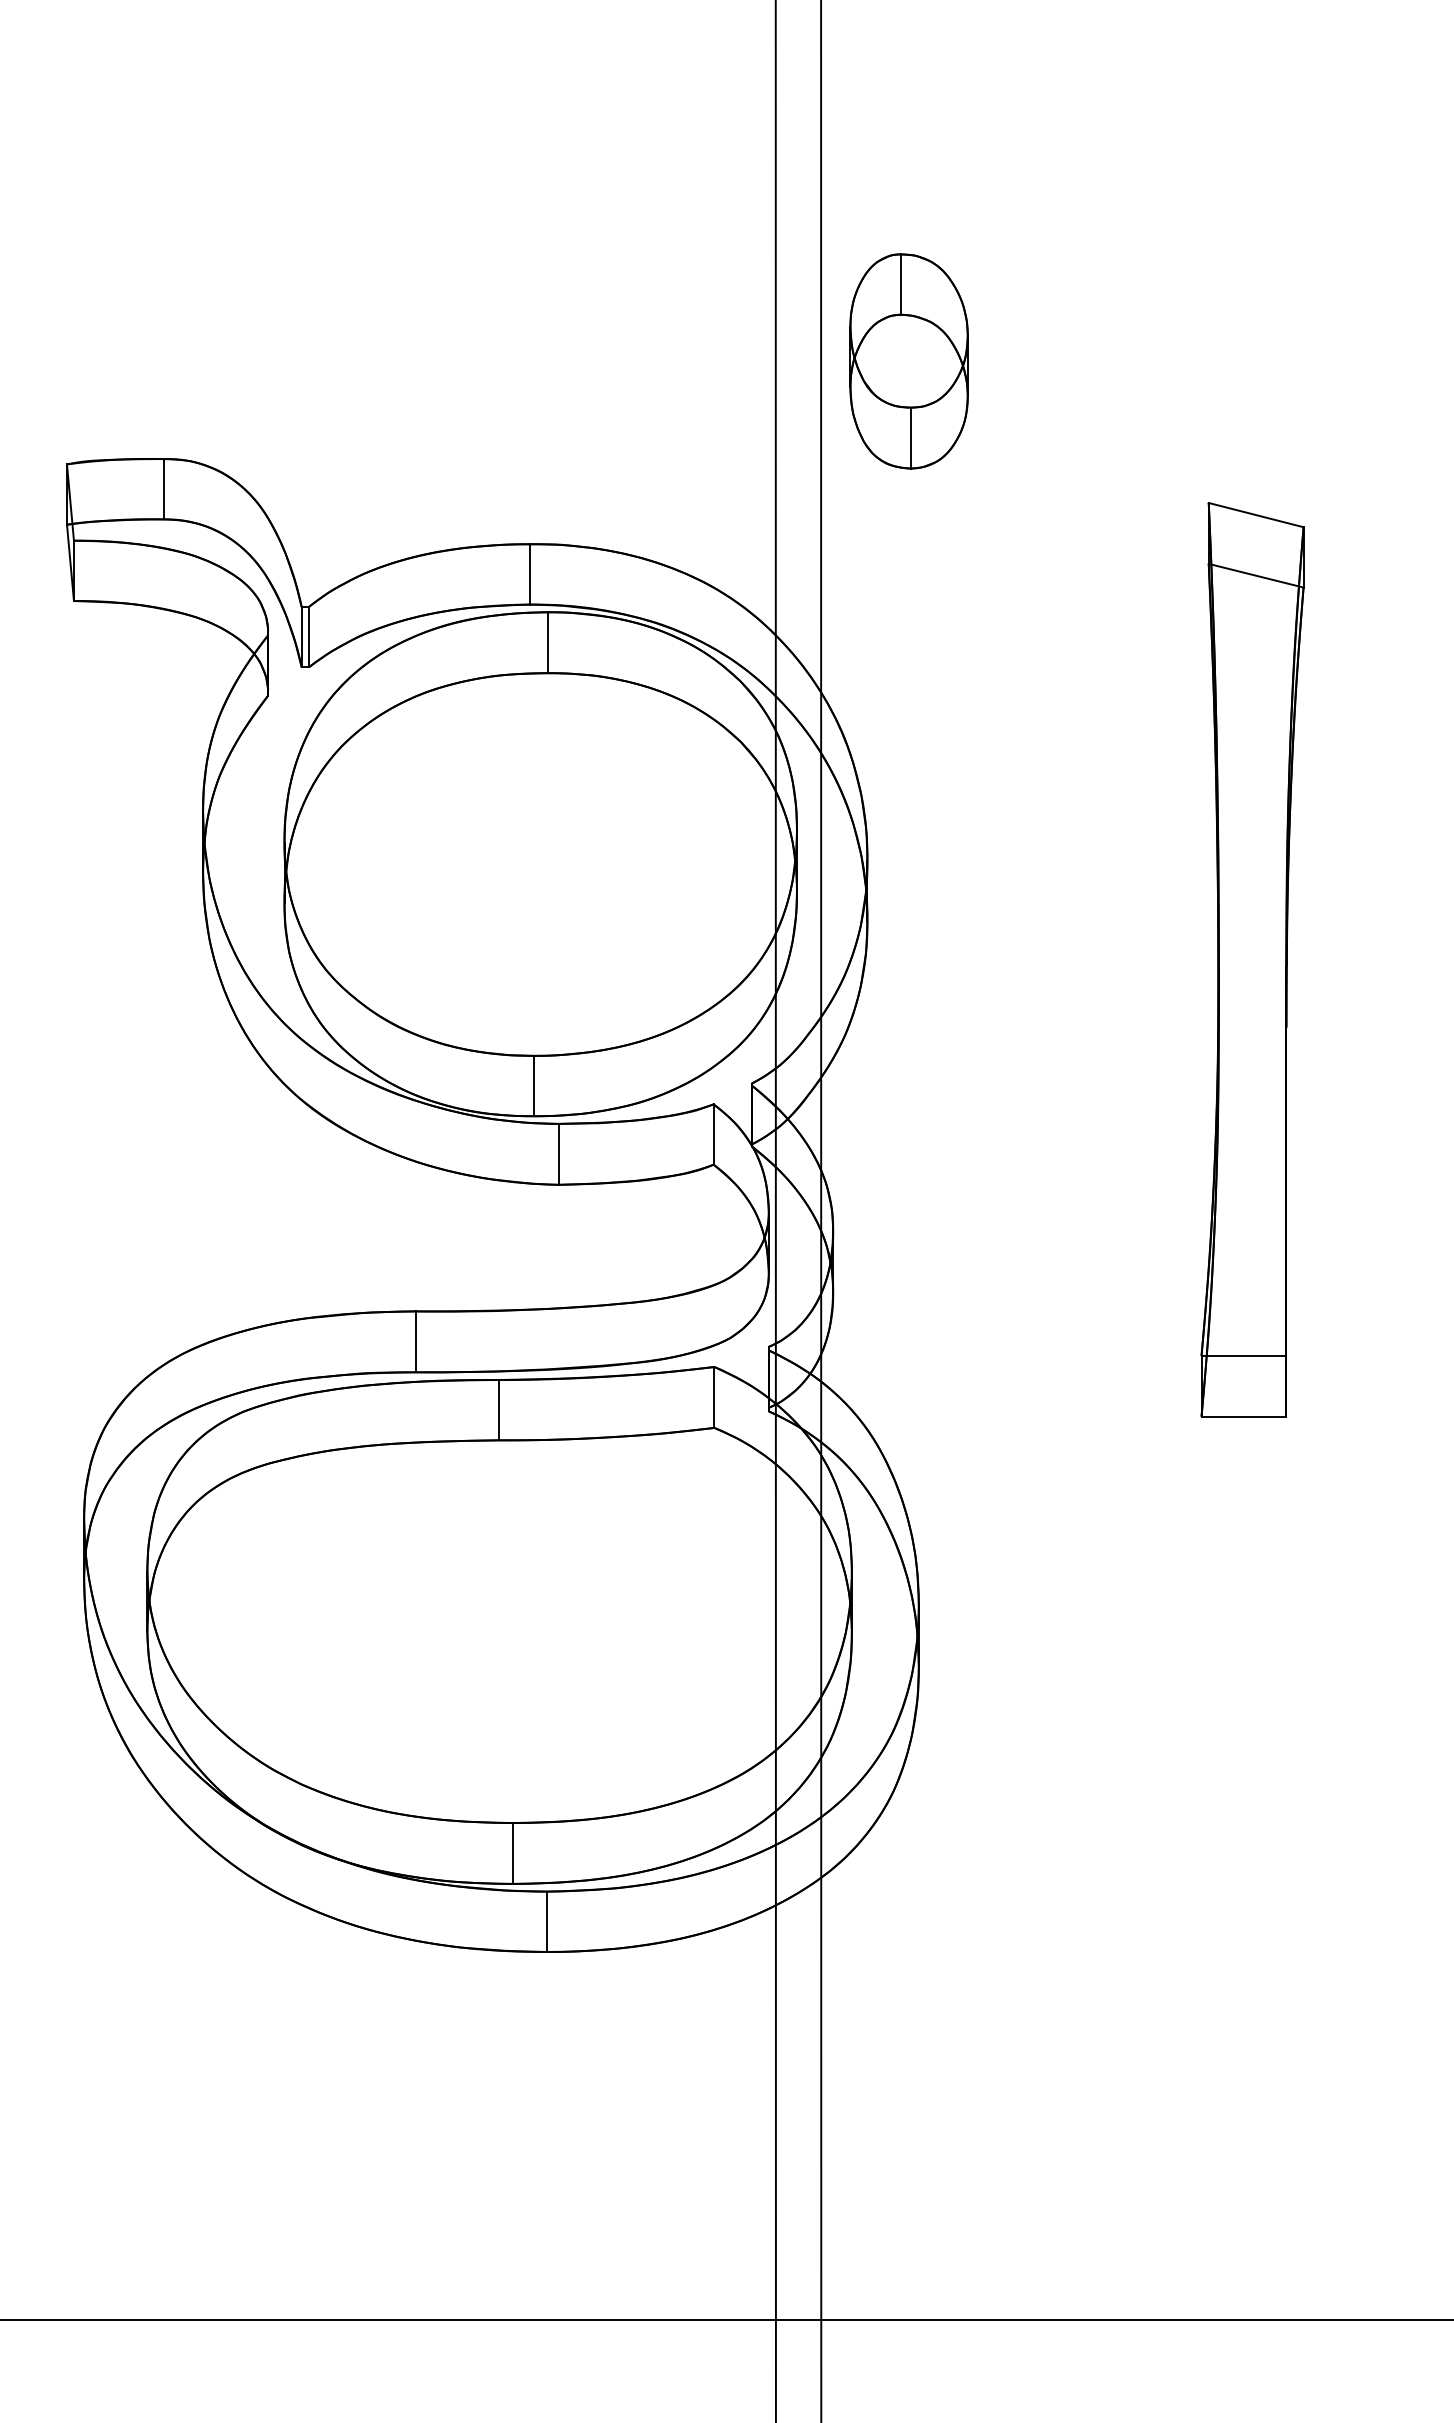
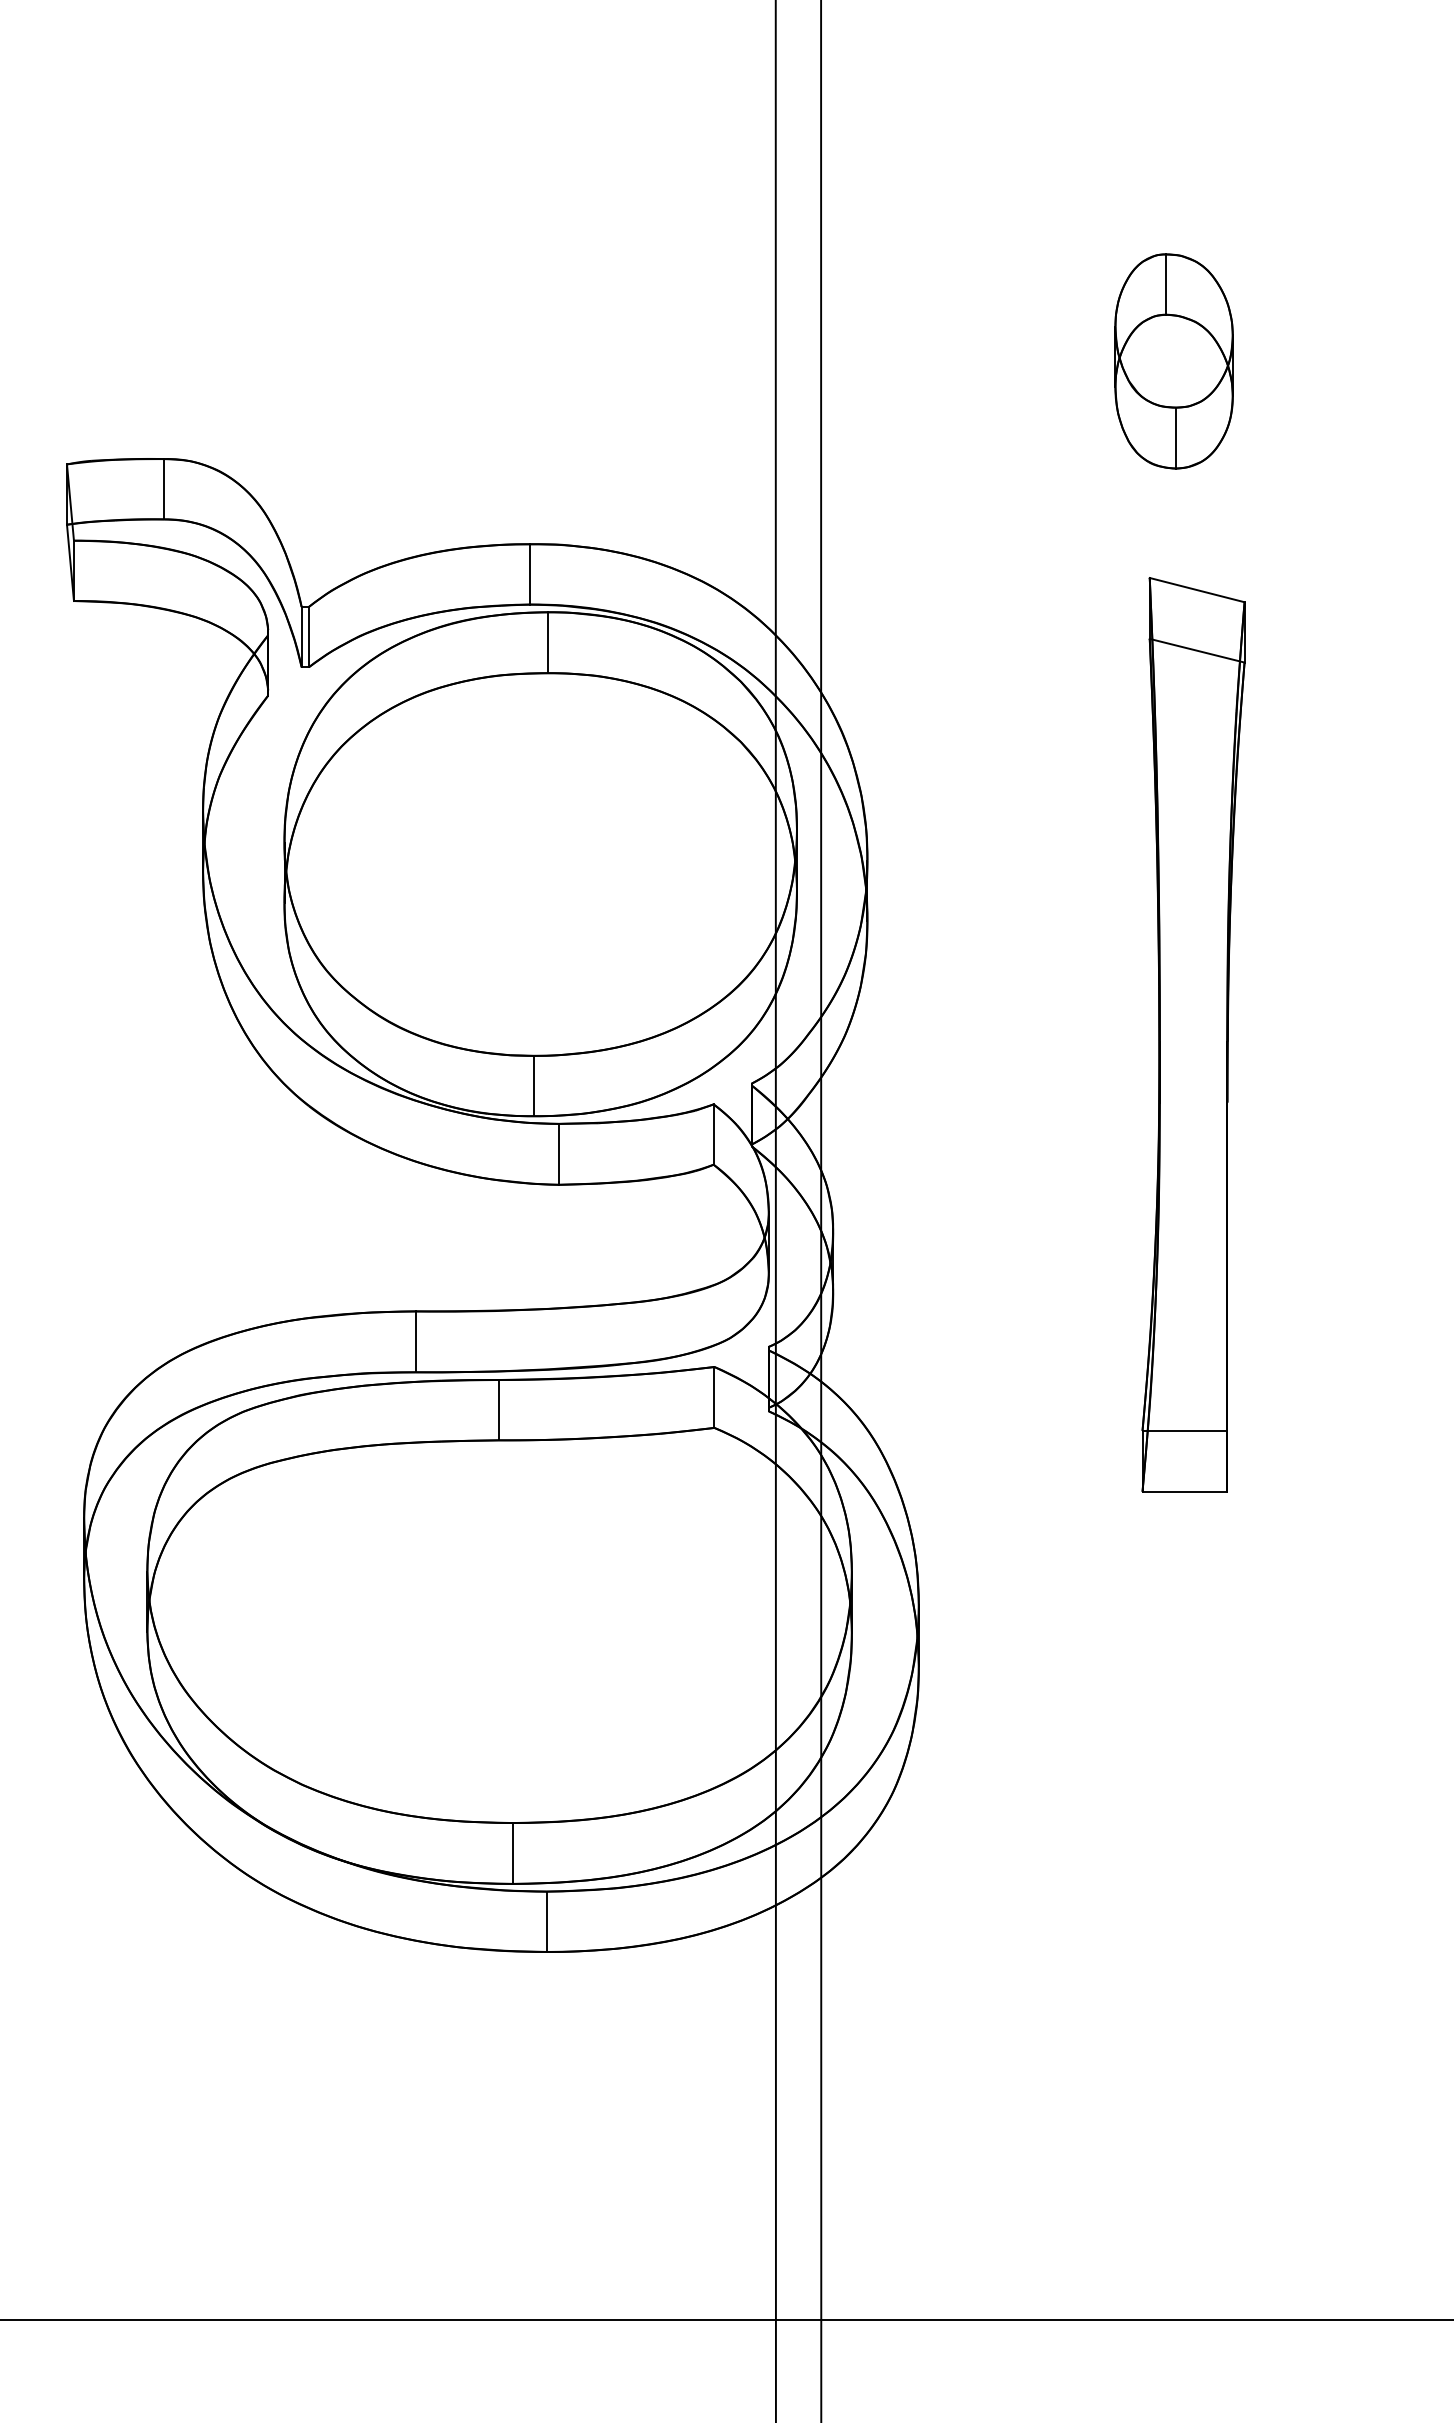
part at (908, 361) position: (908, 361) -> (1173, 361)
part at (1252, 959) position: (1252, 959) -> (1193, 1034)
